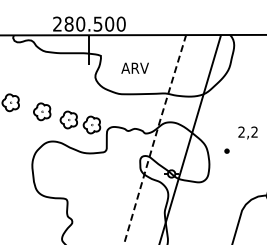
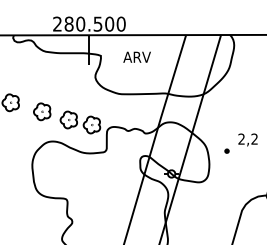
text at (134, 67) position: (134, 67) -> (136, 56)
text at (247, 132) position: (247, 132) -> (247, 139)
line at (154, 138): dashed -> solid
